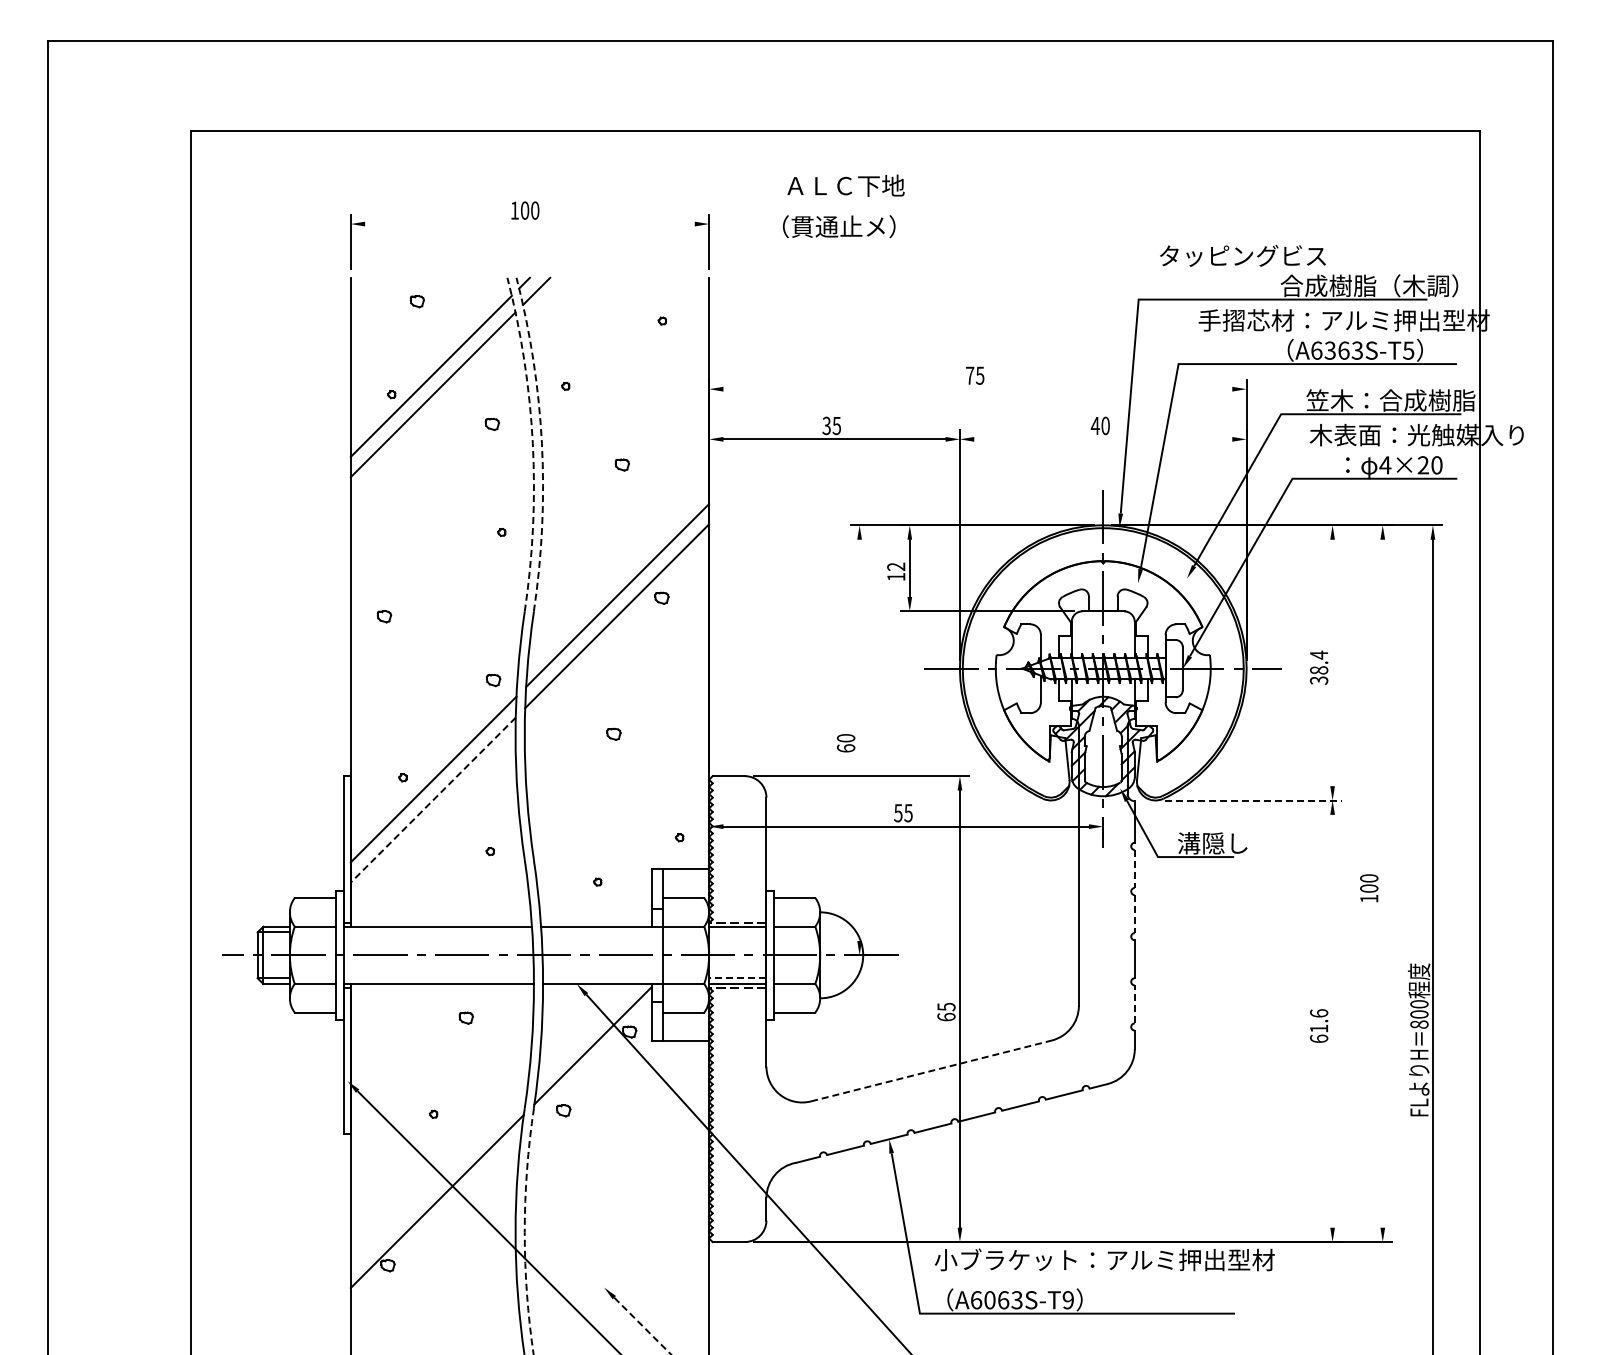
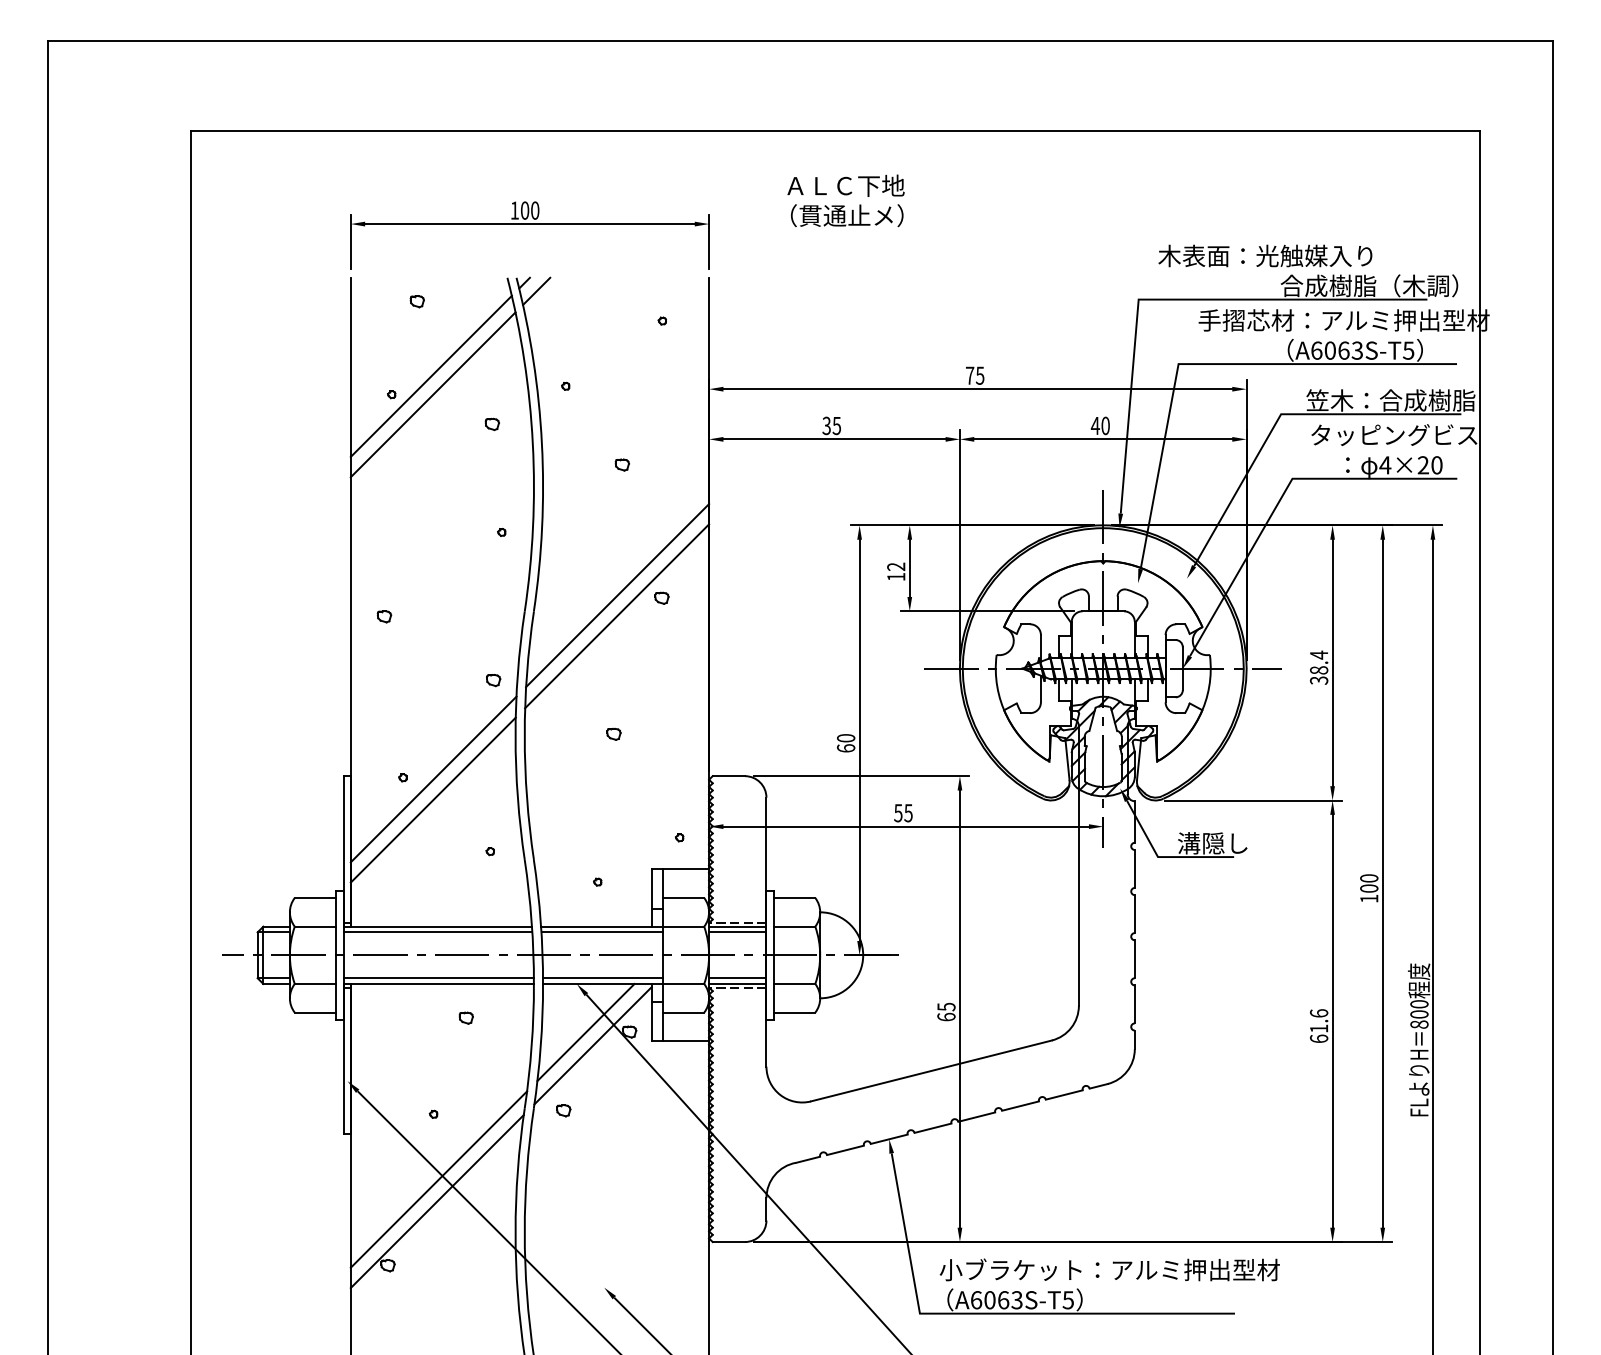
line at (529, 224): none -> present
text at (839, 226) position: (839, 226) -> (847, 215)
text at (1265, 255): タッピングビス -> 木表面：光触媒入り
text at (1329, 350): A6363S-T5 -> A6063S-T5
line at (977, 389): none -> present
text at (1416, 434): 木表面：光触媒入り -> タッピングビス
line at (1103, 439): none -> present
arc at (532, 443): dashed -> solid
arc at (541, 443): dashed -> solid
line at (1332, 662): none -> present
line at (859, 739): none -> present
line at (433, 800): dashed -> solid
line at (1253, 800): dashed -> solid
line at (1134, 868): dashed -> solid
line at (1382, 883): none -> present
line at (1134, 914): dashed -> solid
line at (437, 932): none -> present
line at (601, 932): none -> present
line at (737, 932): none -> present
line at (438, 978): none -> present
line at (602, 978): none -> present
line at (737, 978): dashed -> solid
line at (1134, 1004): dashed -> solid
line at (1332, 1020): none -> present
line at (585, 1032): none -> present
line at (931, 1070): dashed -> solid
line at (438, 1179): none -> present
arc at (524, 1232): dashed -> solid
text at (1104, 1259) position: (1104, 1259) -> (1109, 1269)
text at (1067, 1300): A6063S-T9 -> A6063S-T5
line at (643, 1326): dashed -> solid
